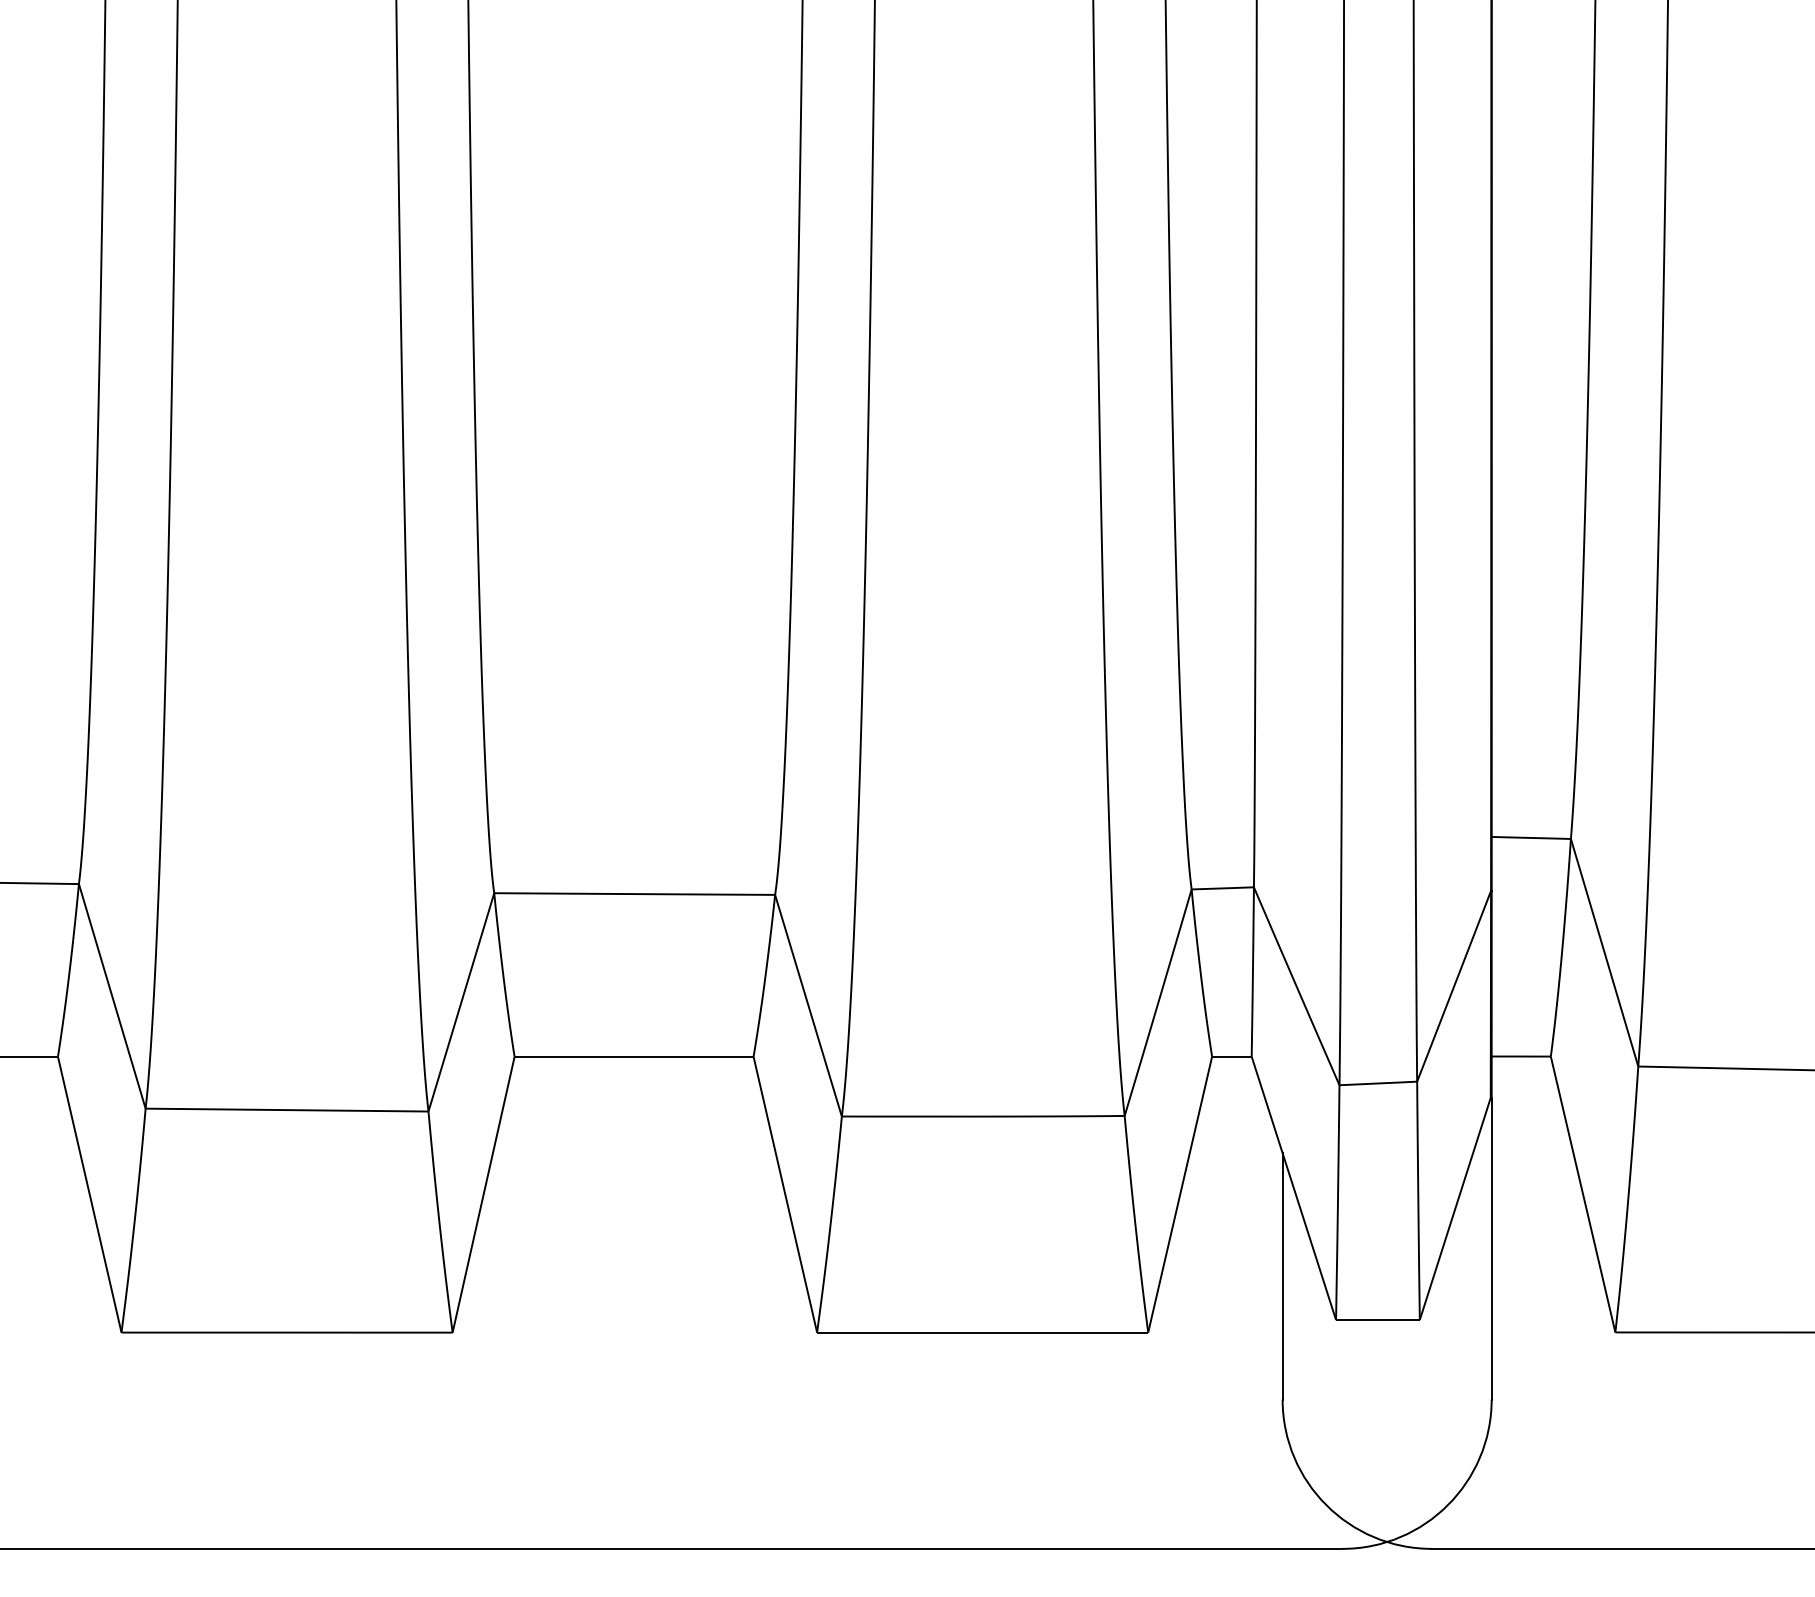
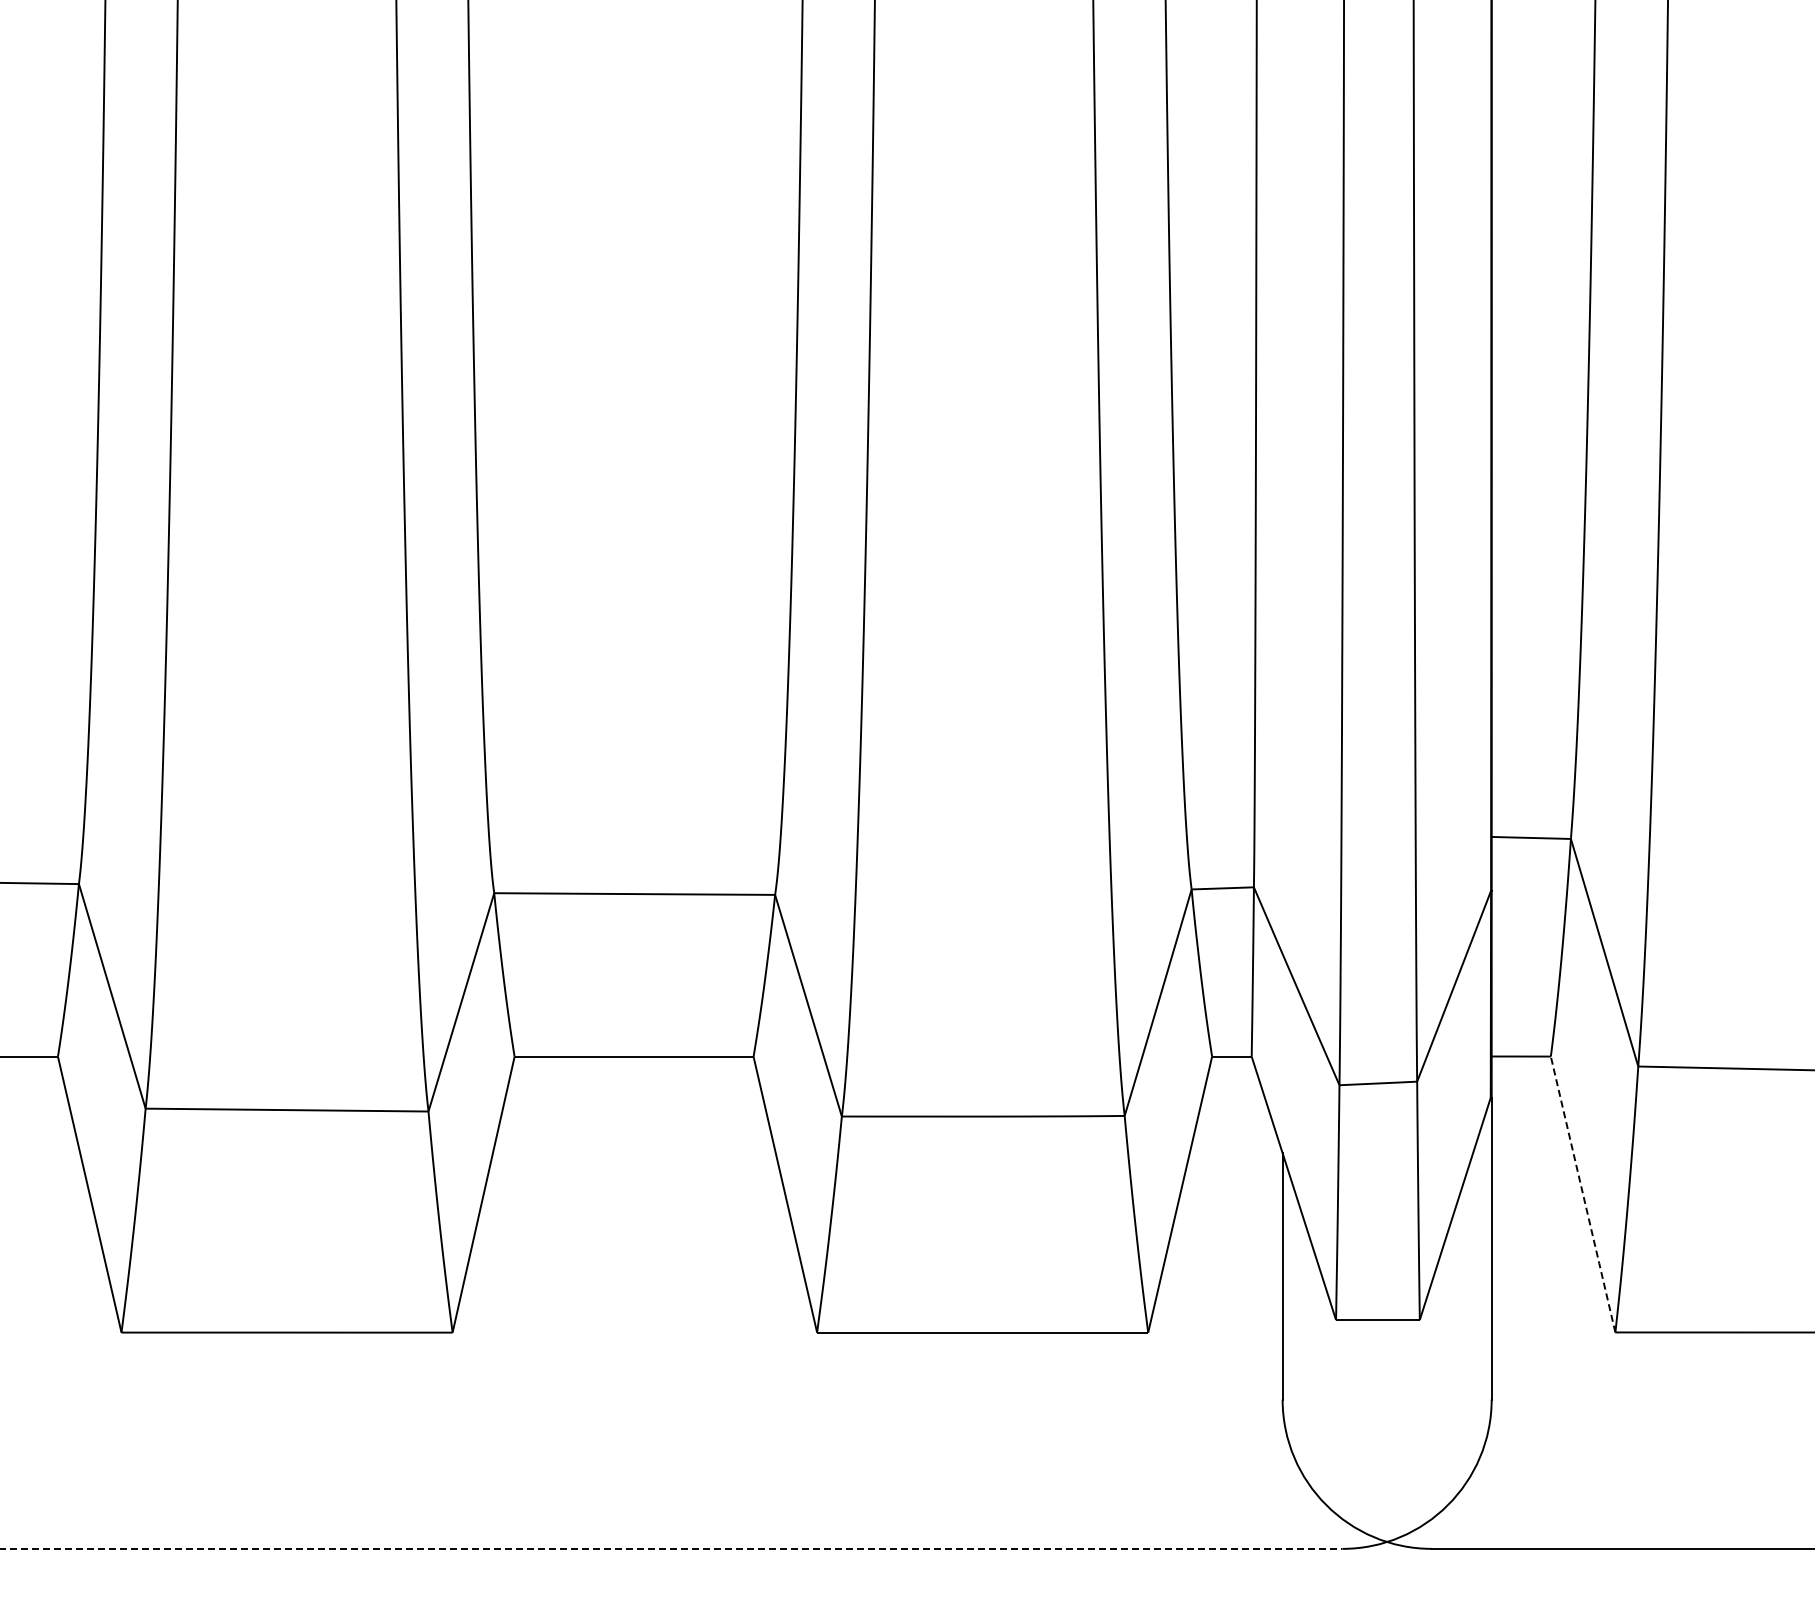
line at (1583, 1194): solid -> dashed
line at (671, 1548): solid -> dashed
